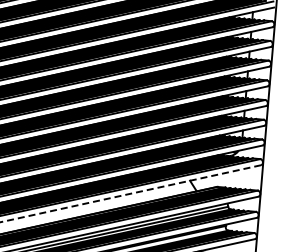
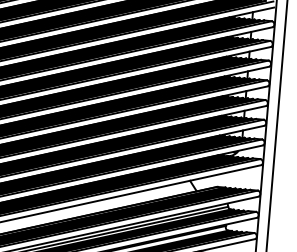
line at (276, 125): none -> present
line at (130, 193): dashed -> solid
